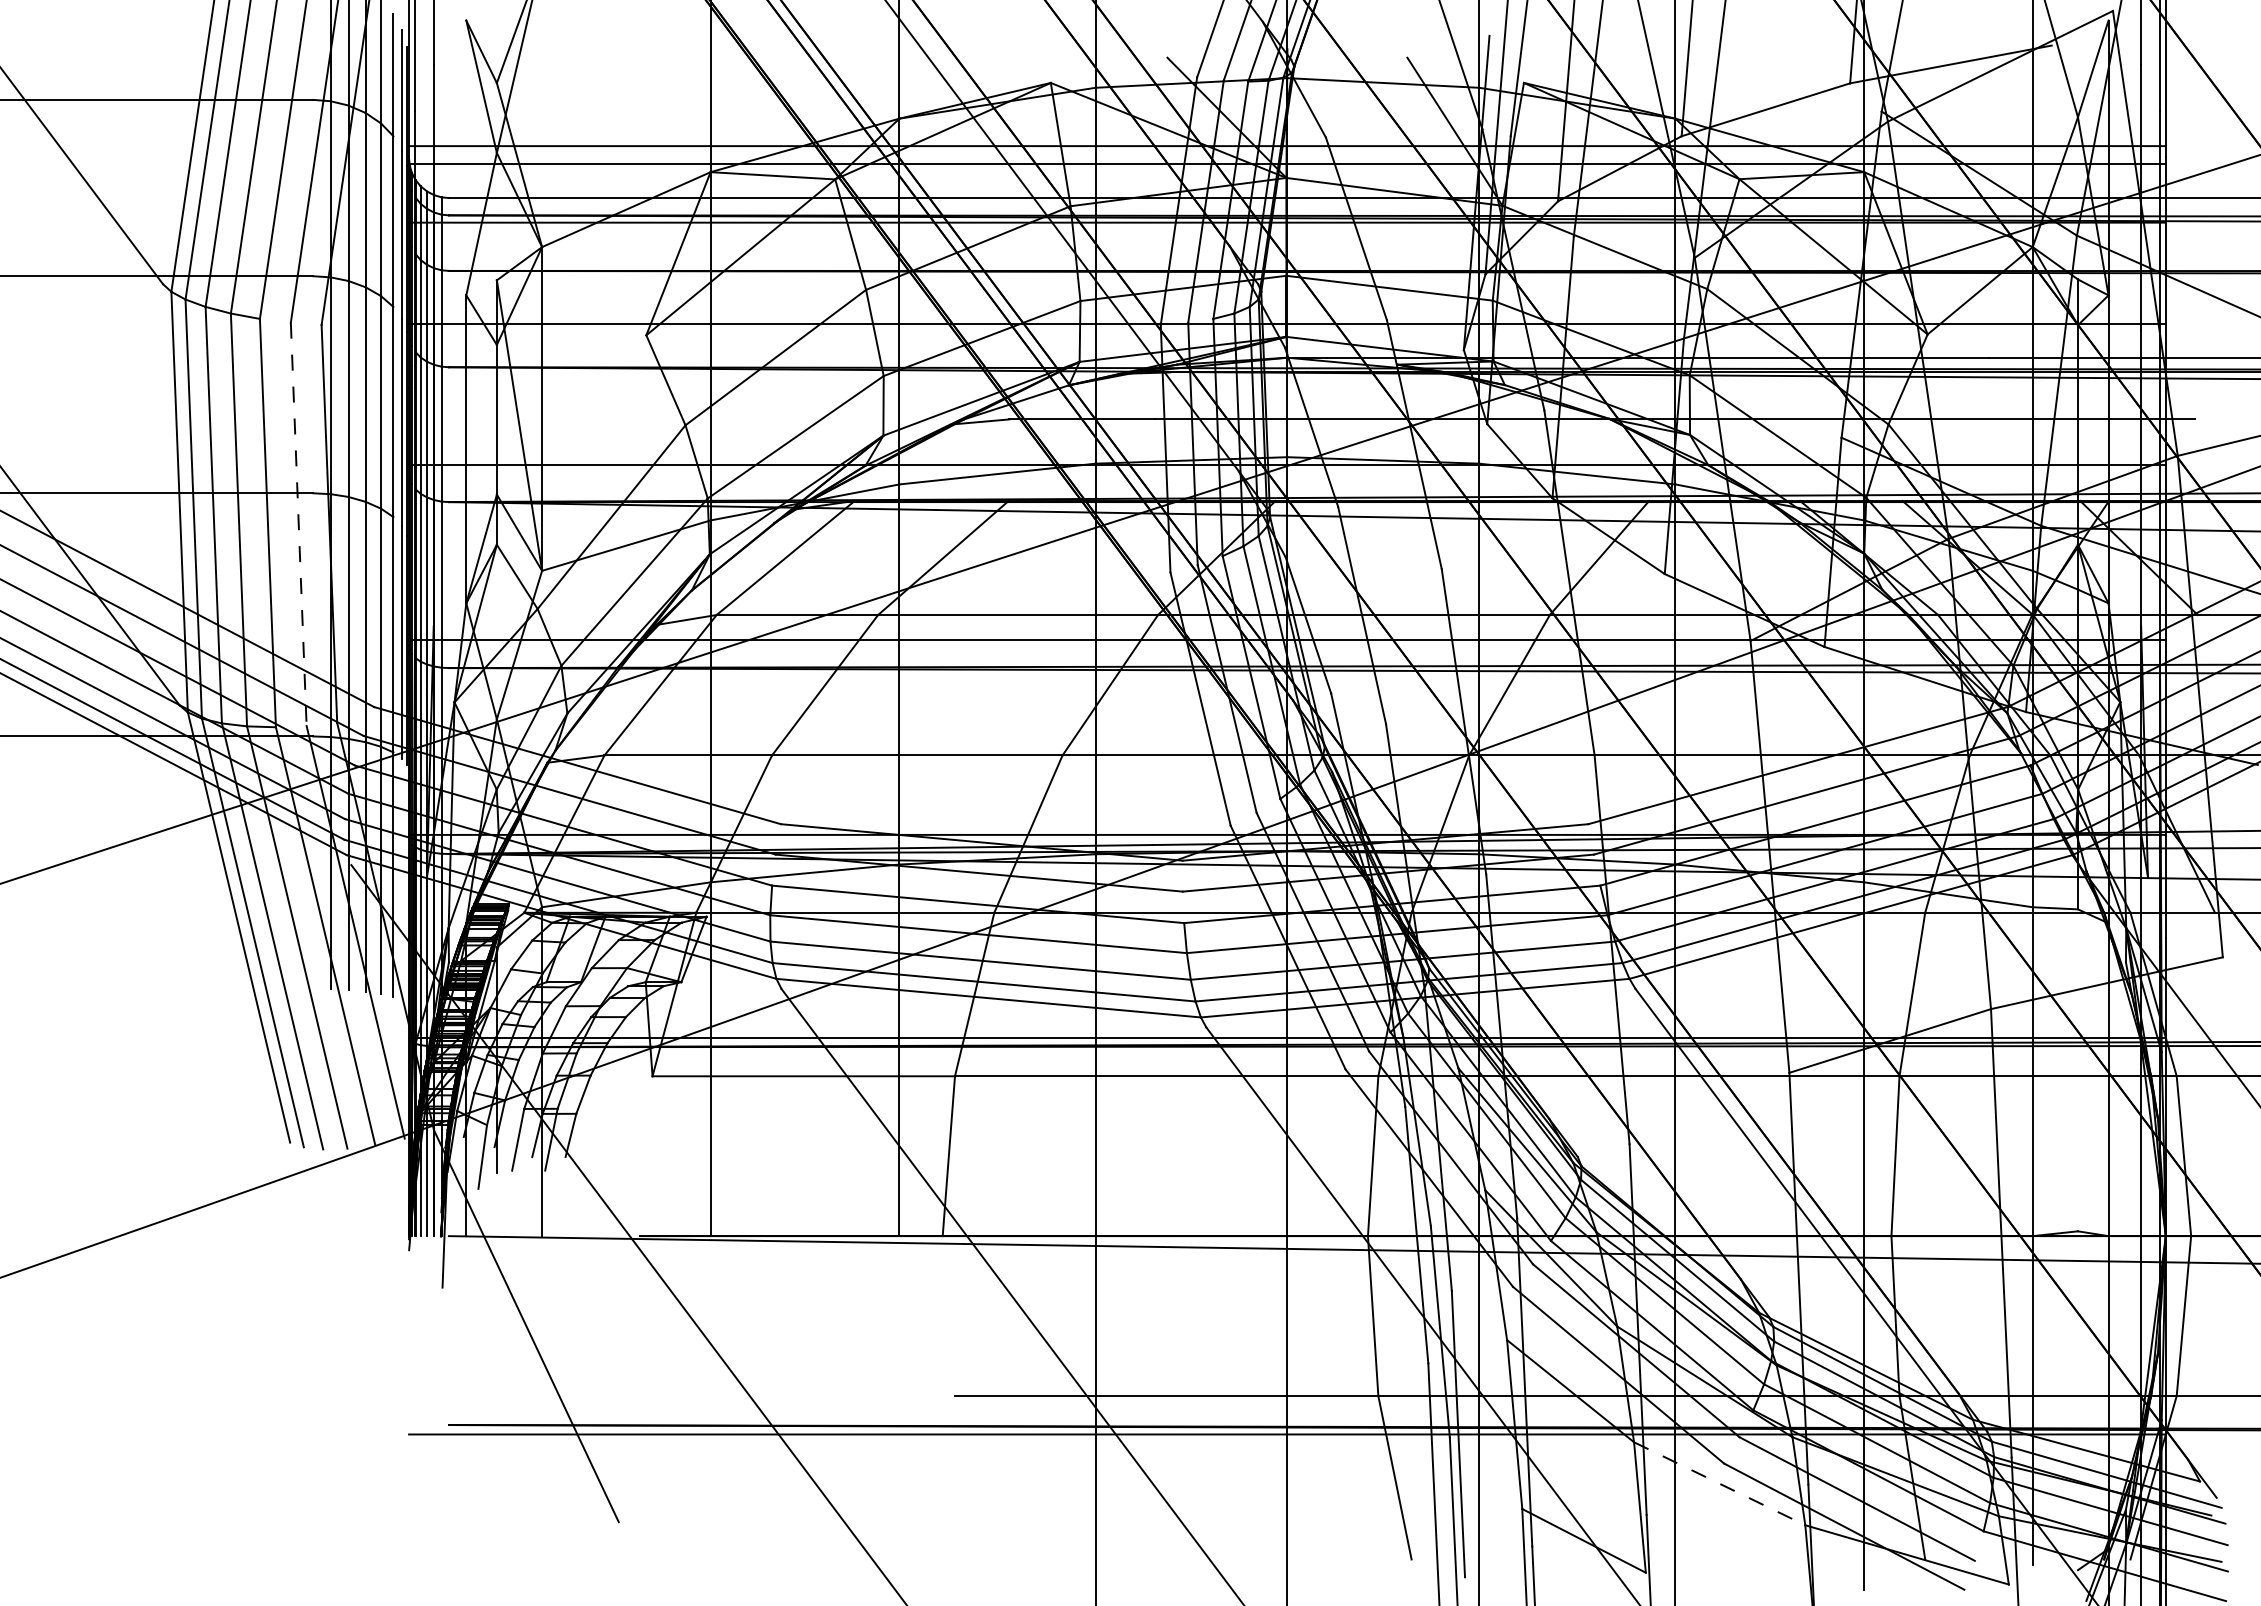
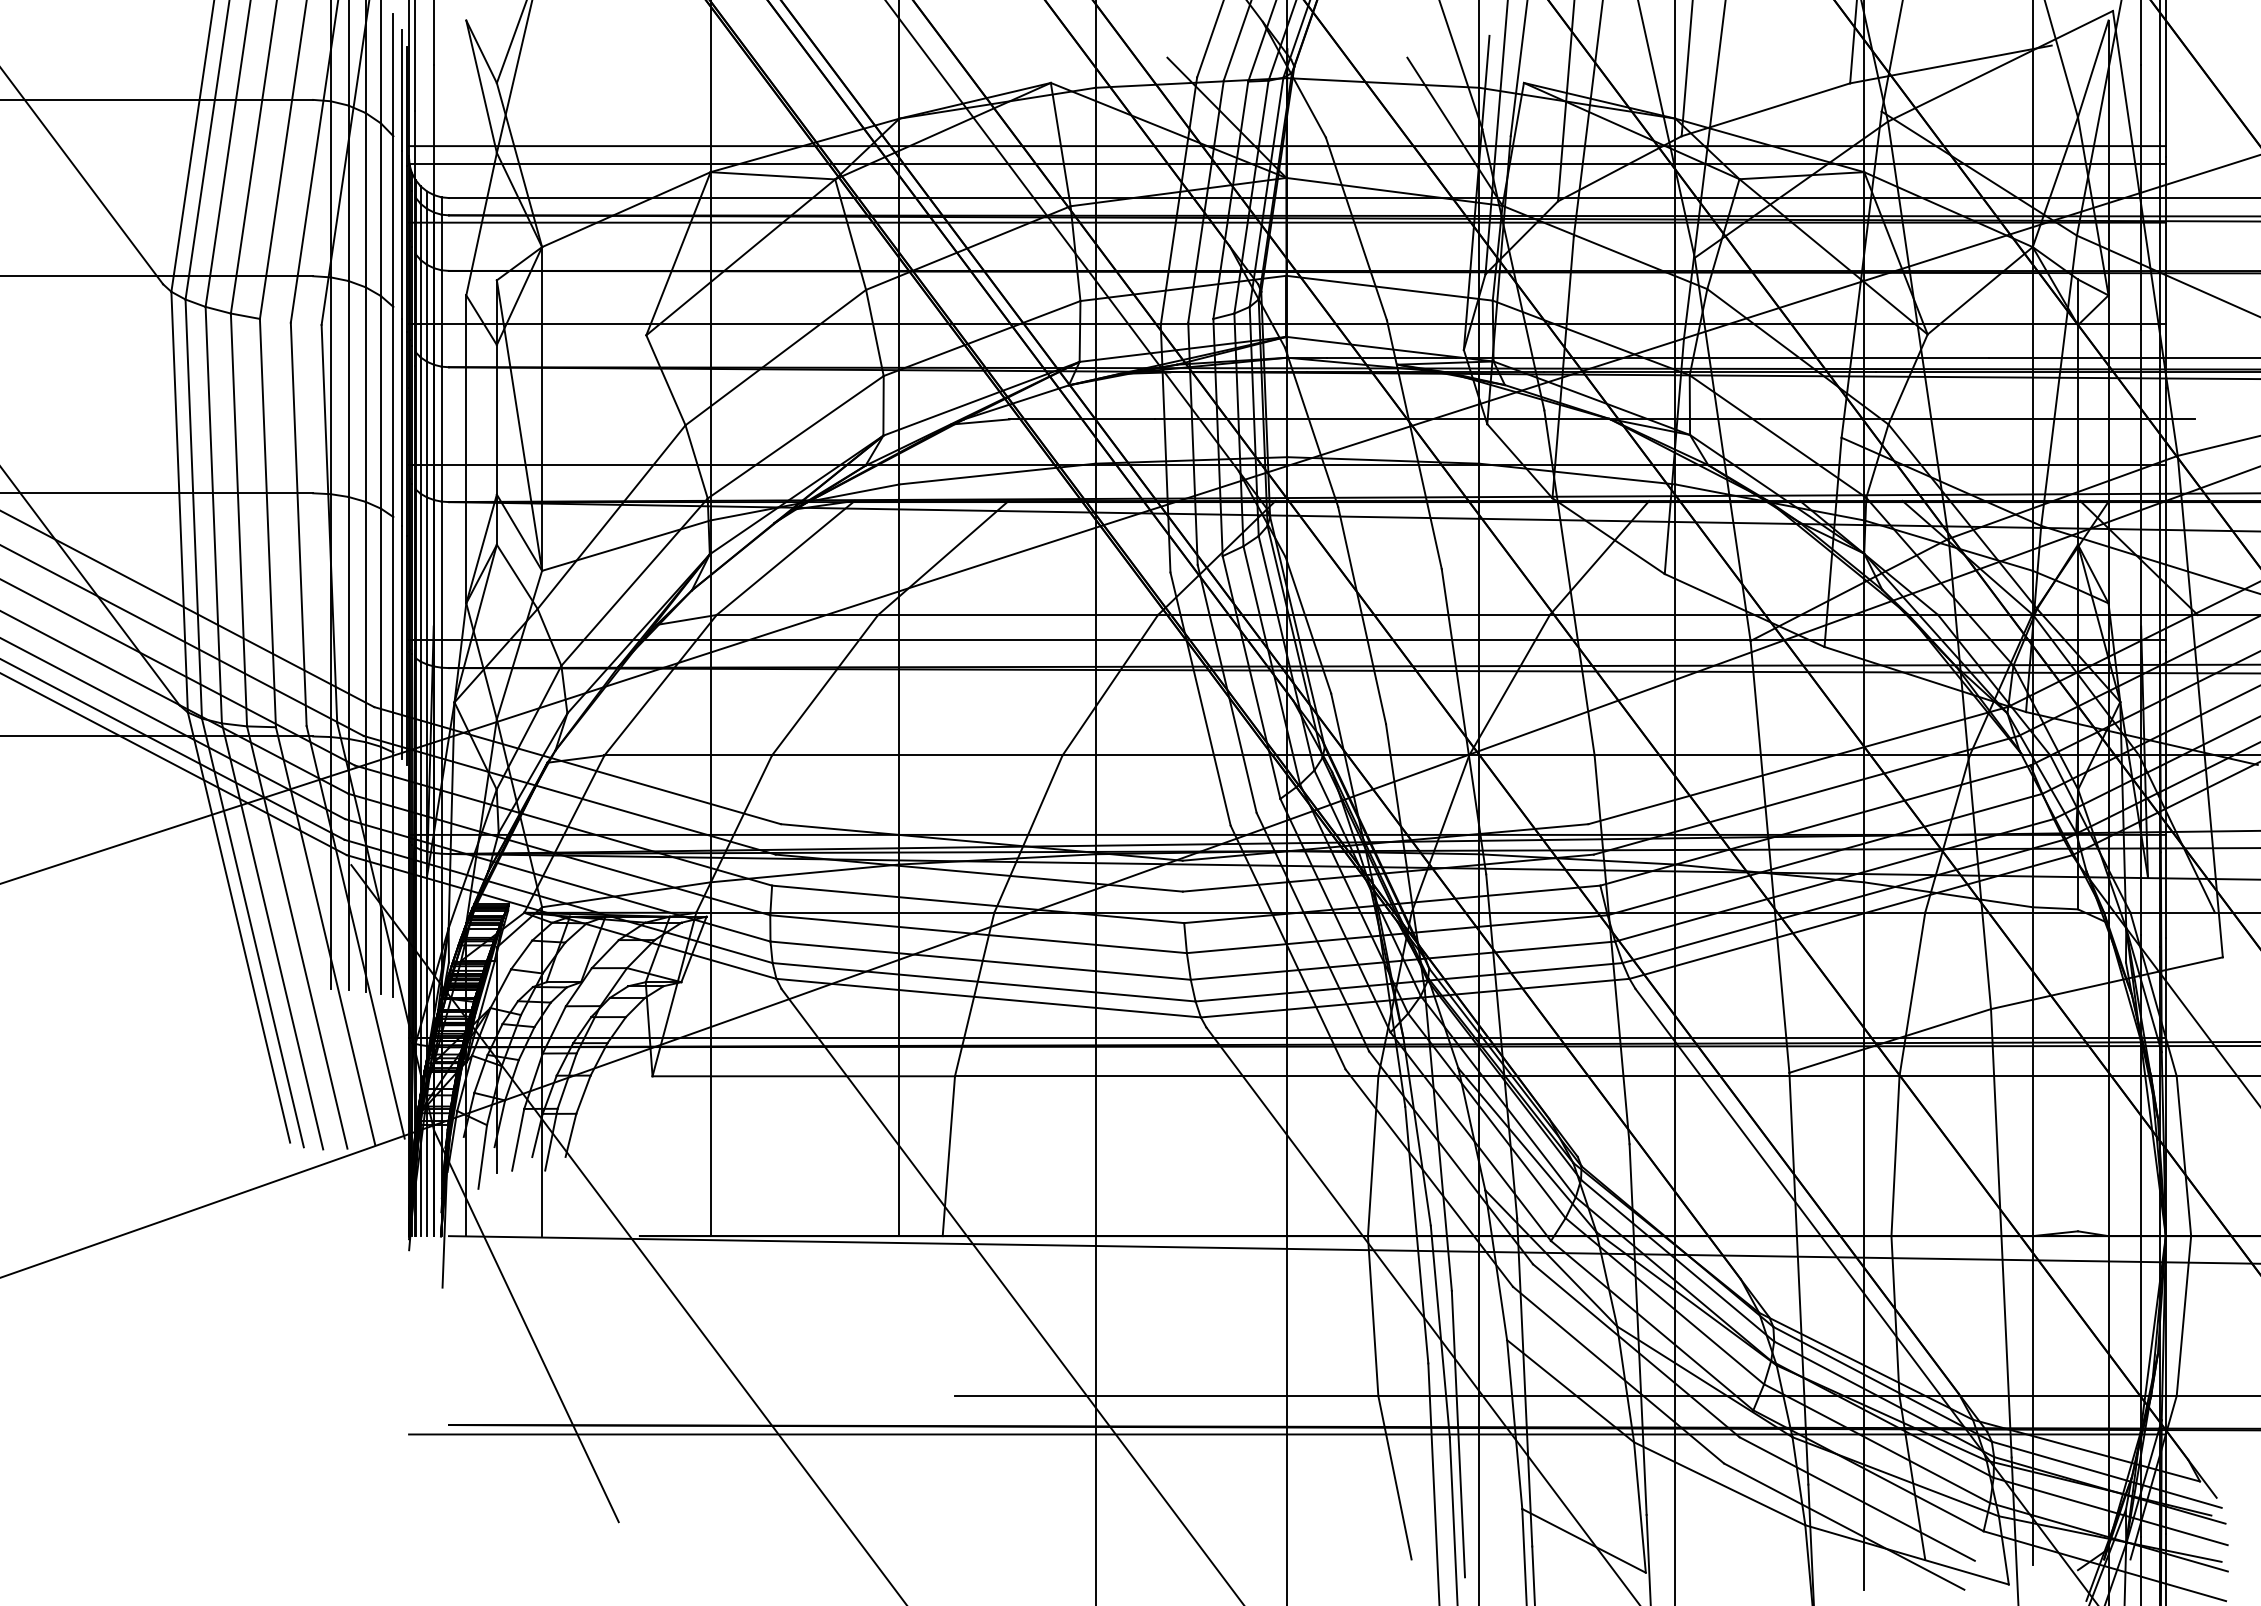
line at (298, 524): dashed -> solid
line at (1720, 1483): dashed -> solid
